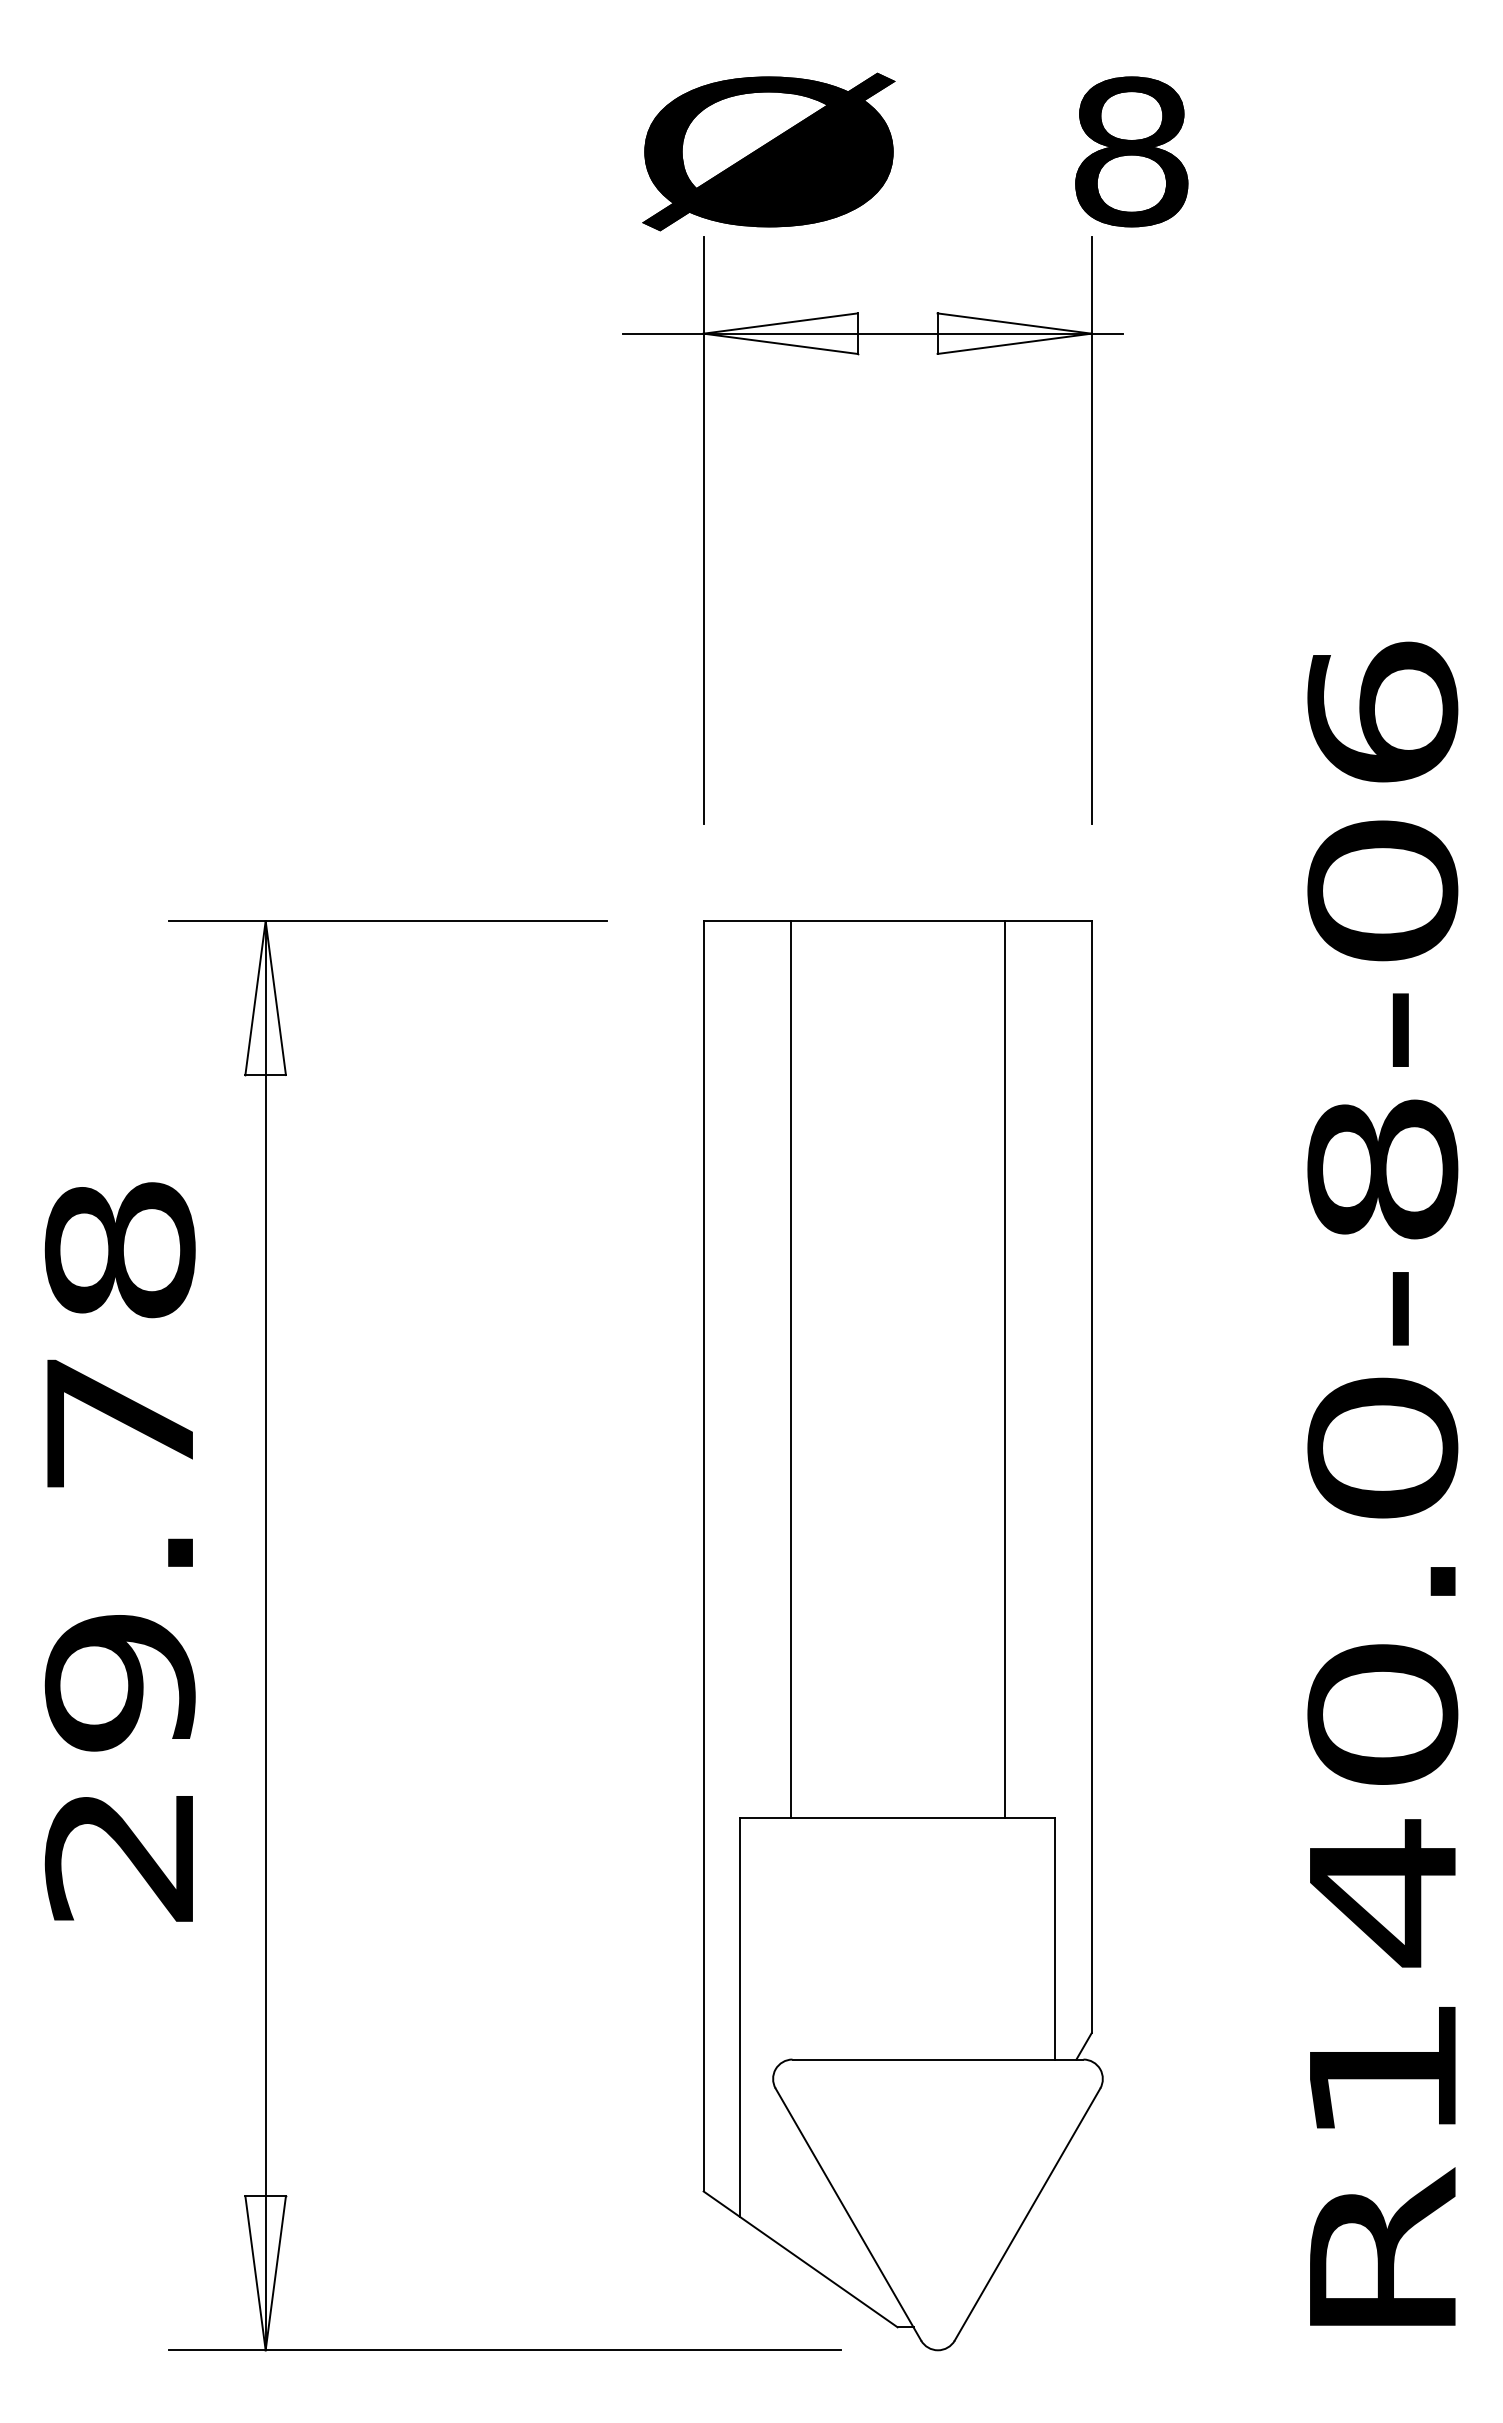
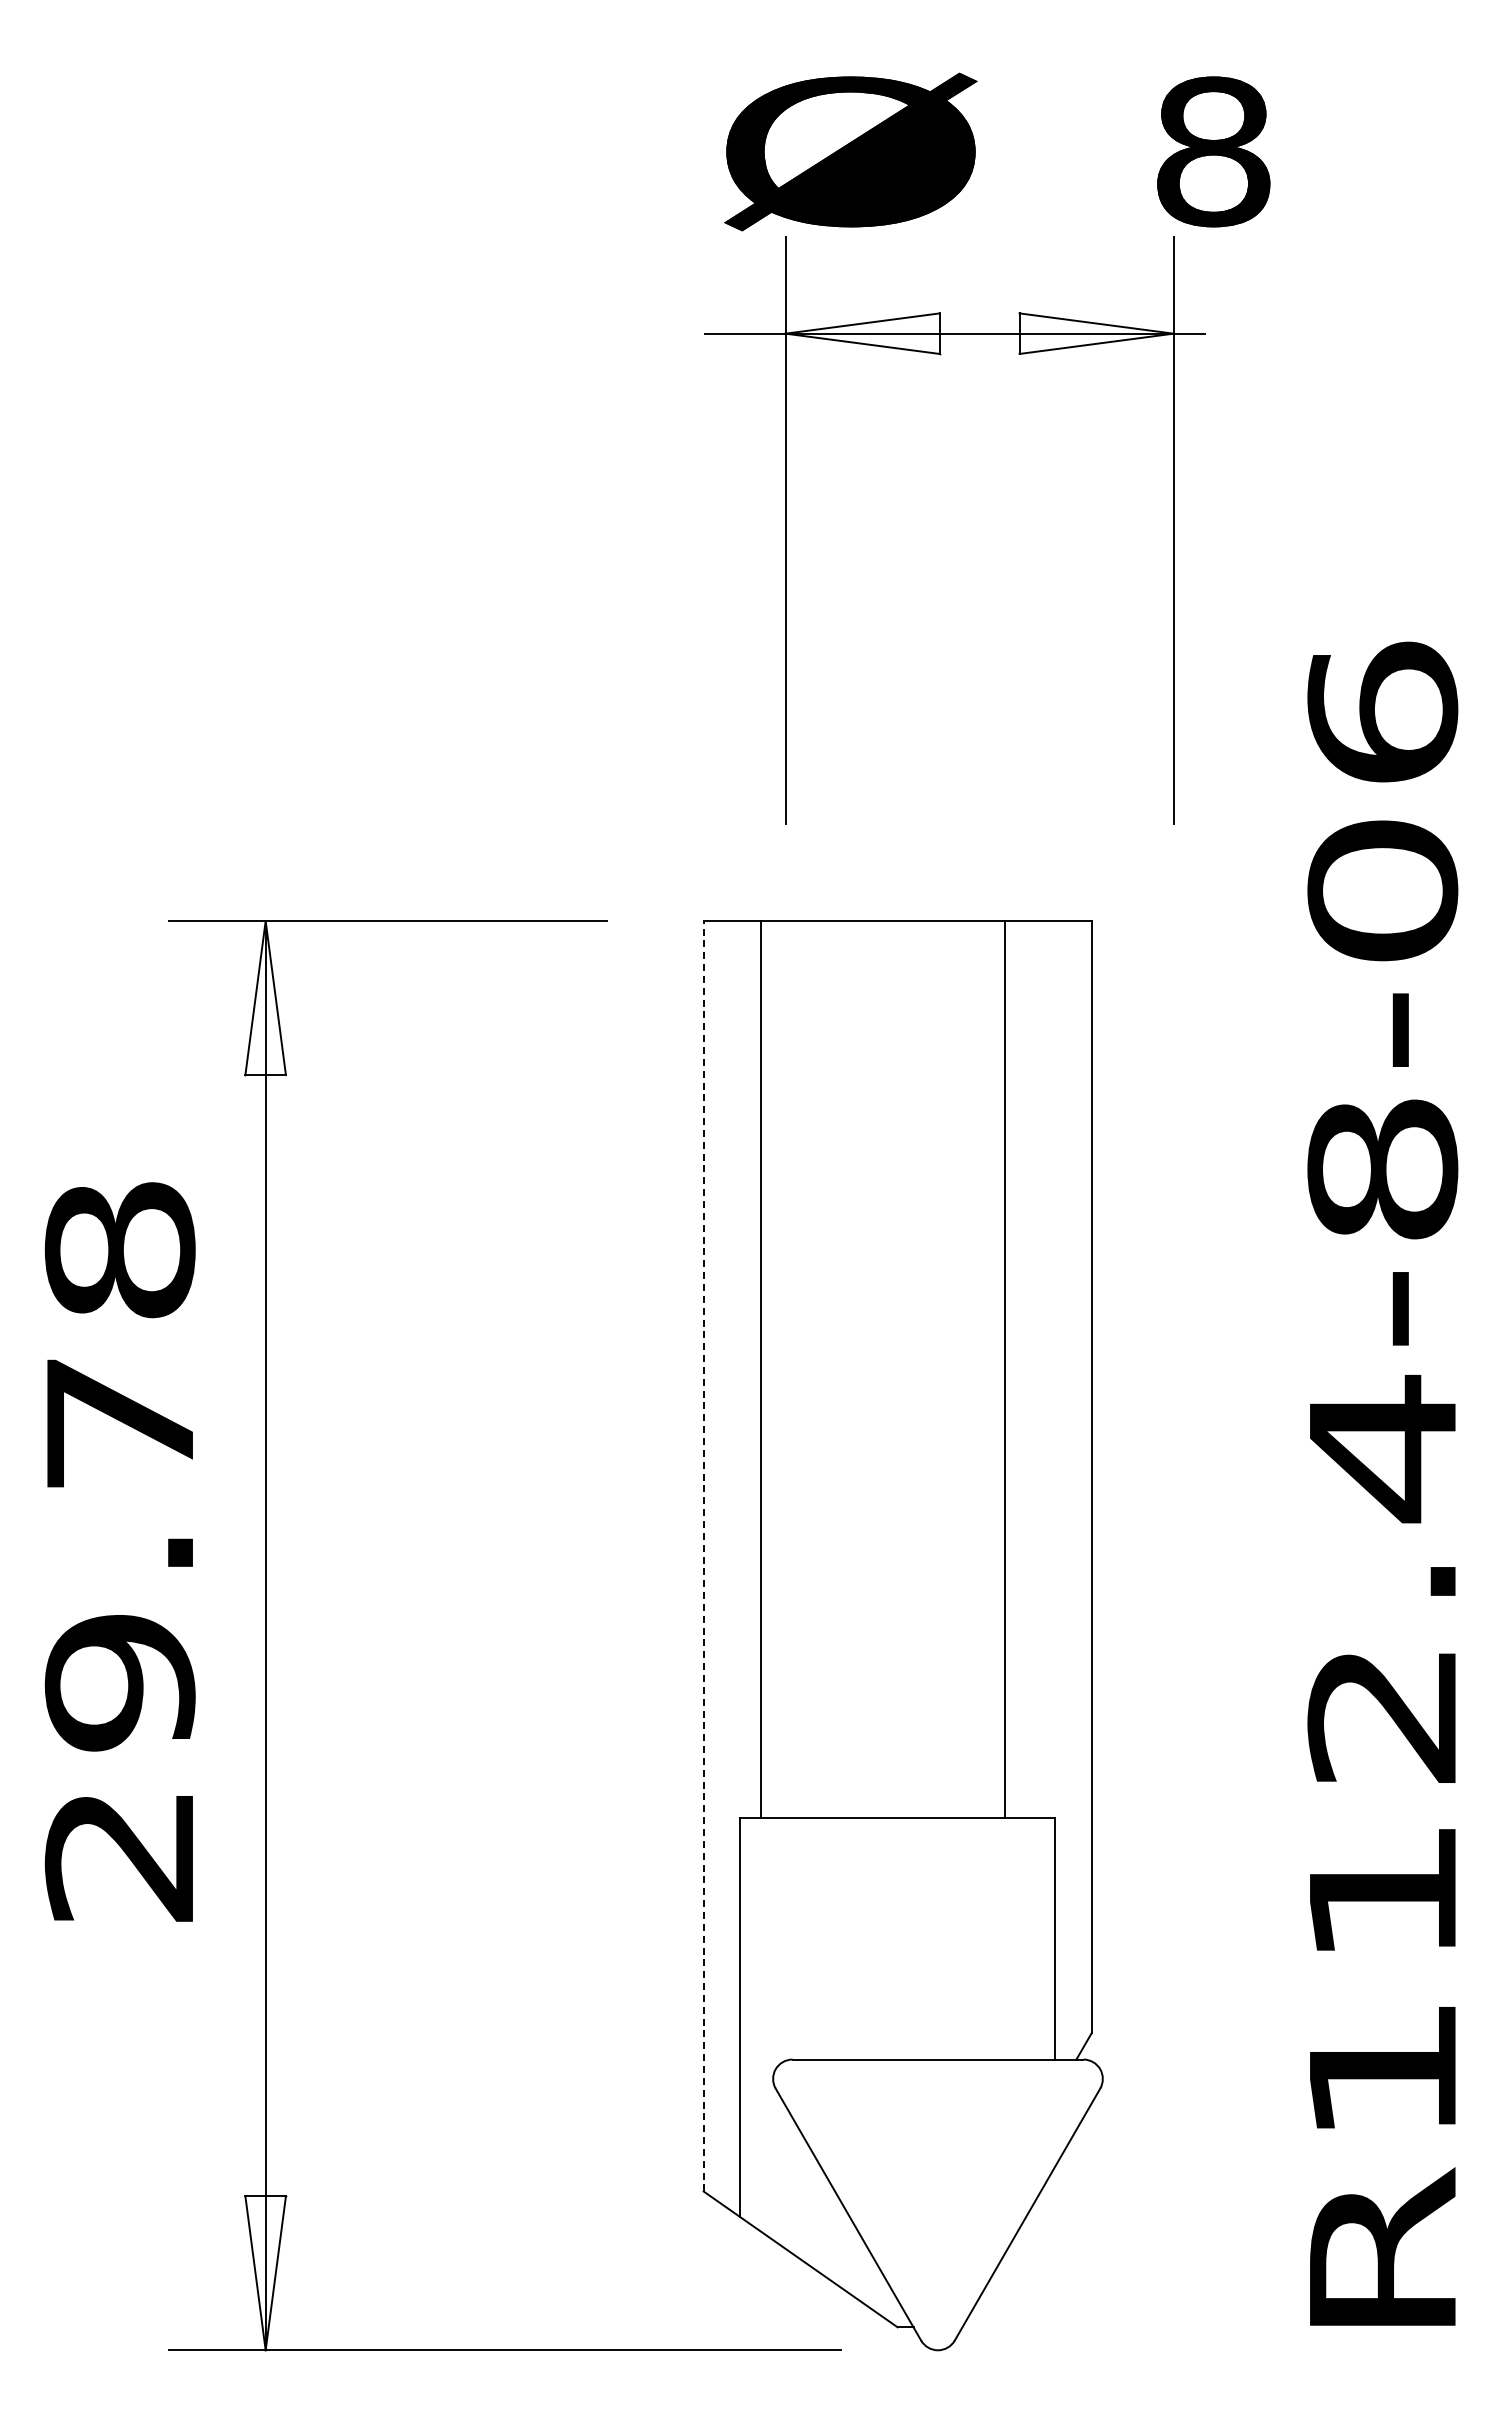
part at (936, 354) position: (936, 354) -> (1018, 354)
line at (790, 1369) position: (790, 1369) -> (760, 1369)
line at (703, 1555): solid -> dashed
text at (1382, 1670): R140.0-8-06 -> R112.4-8-06
